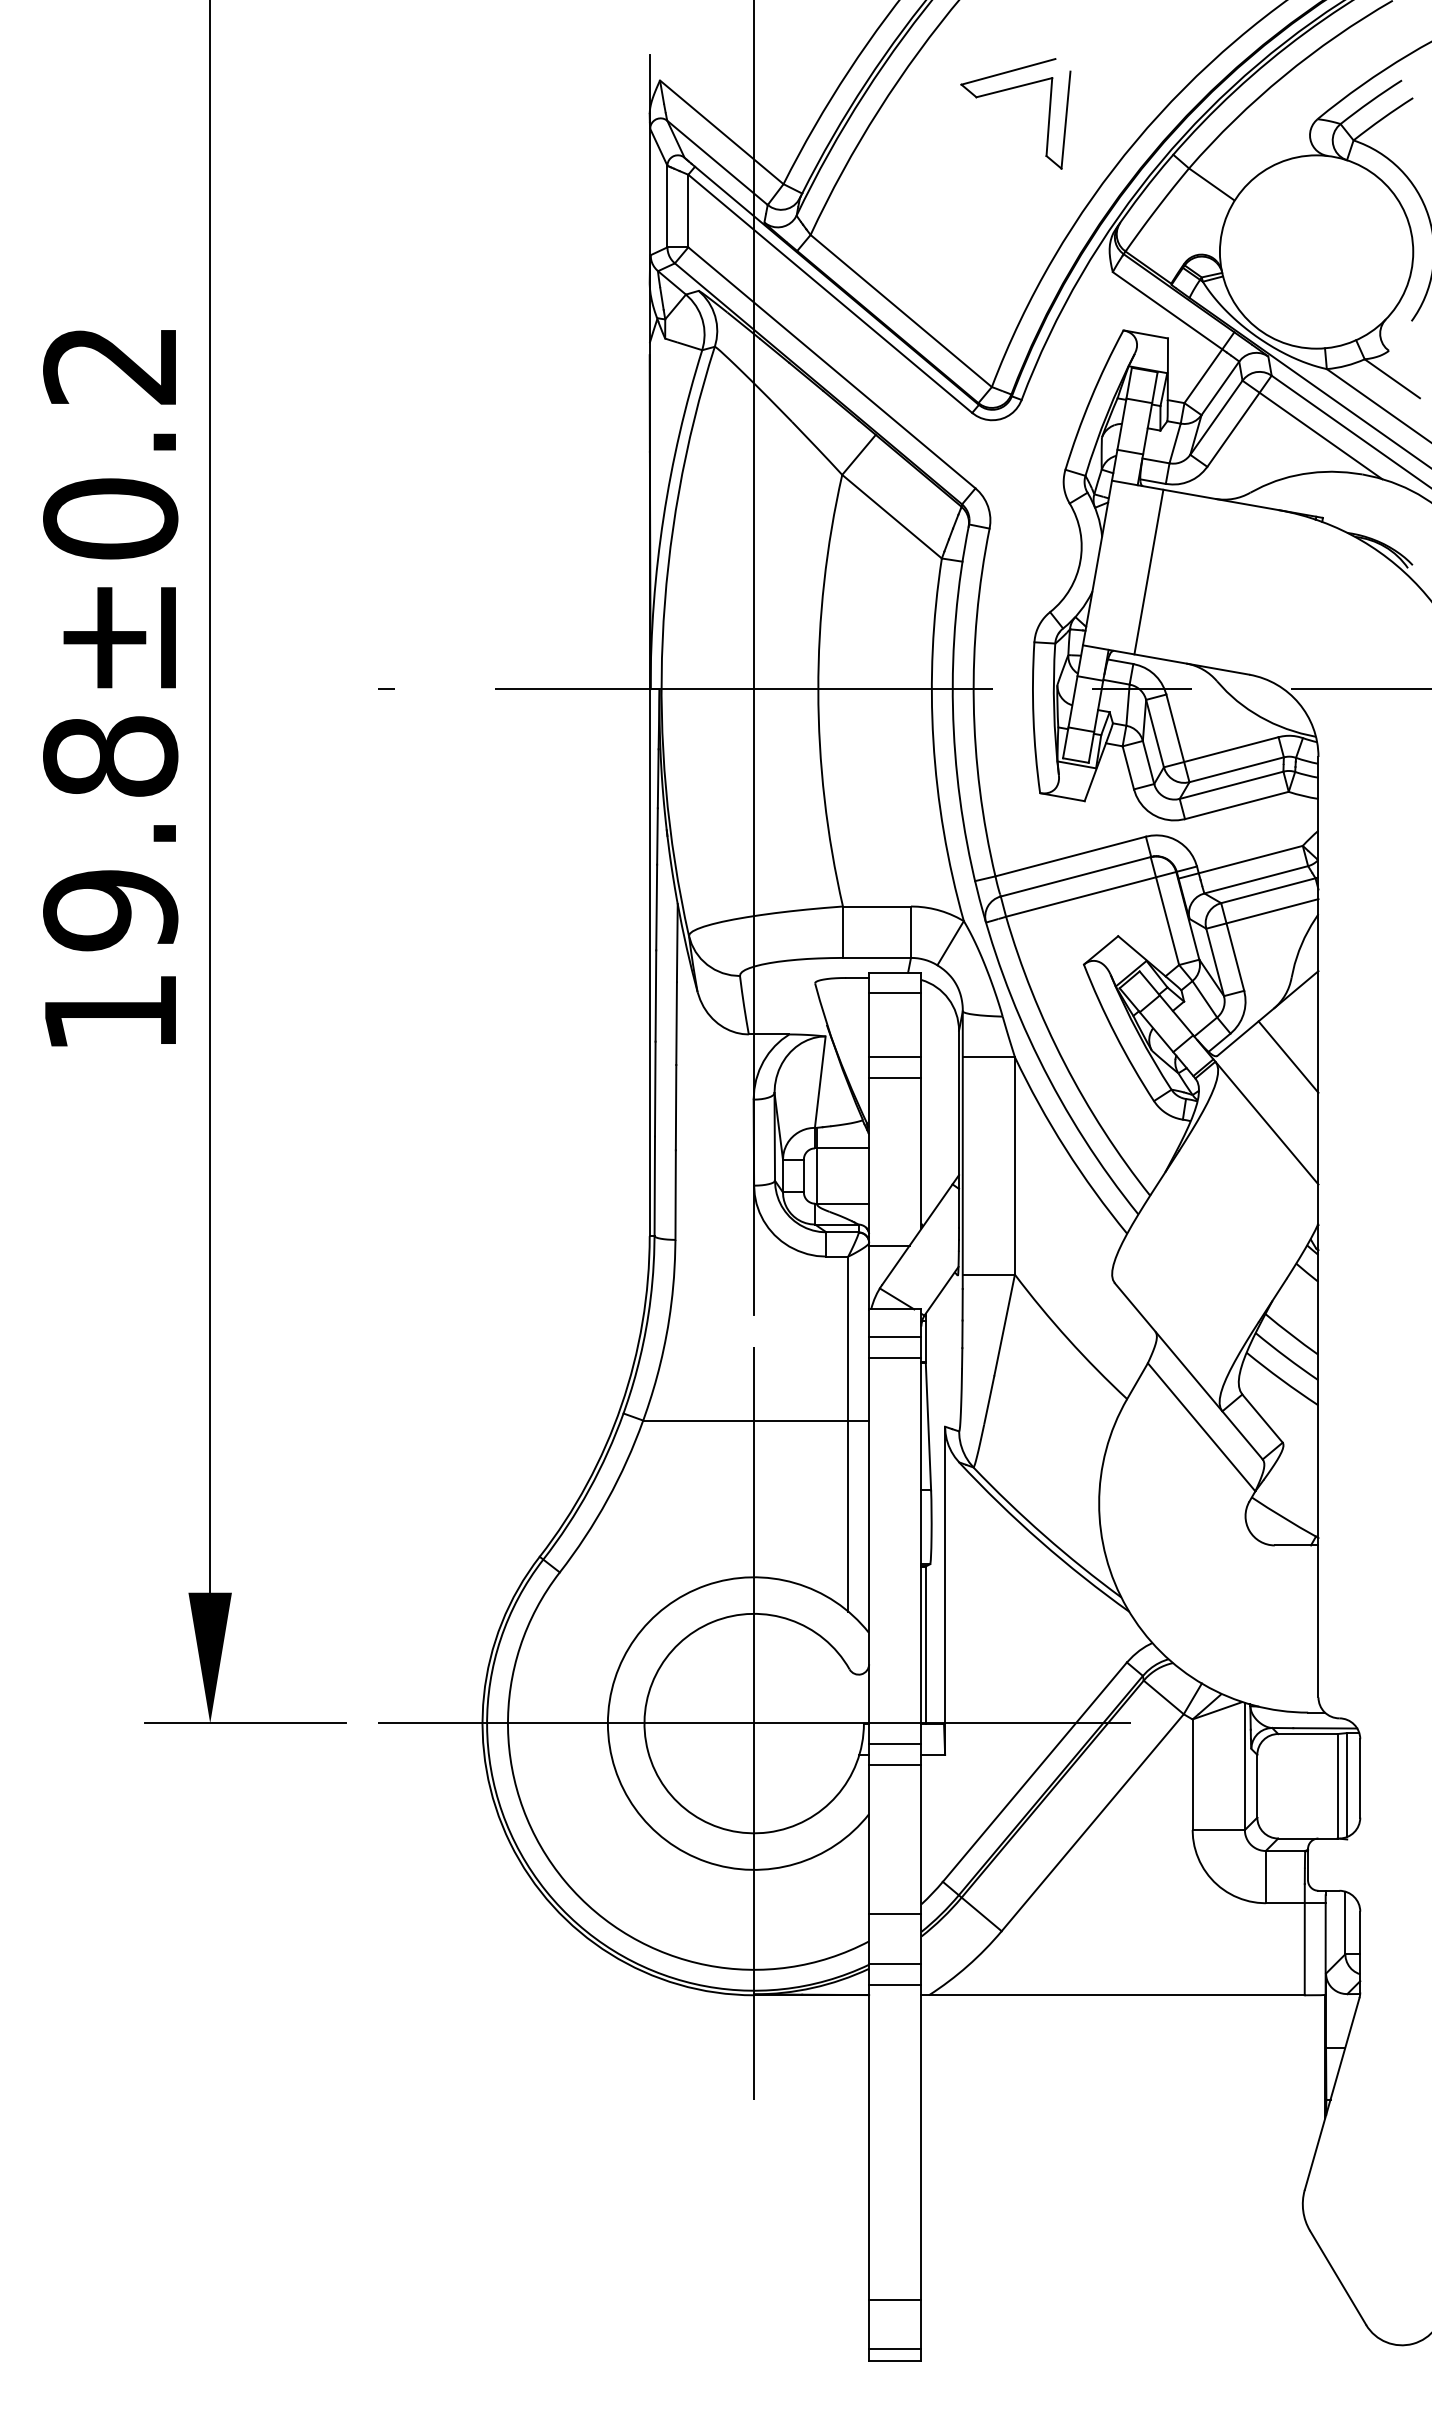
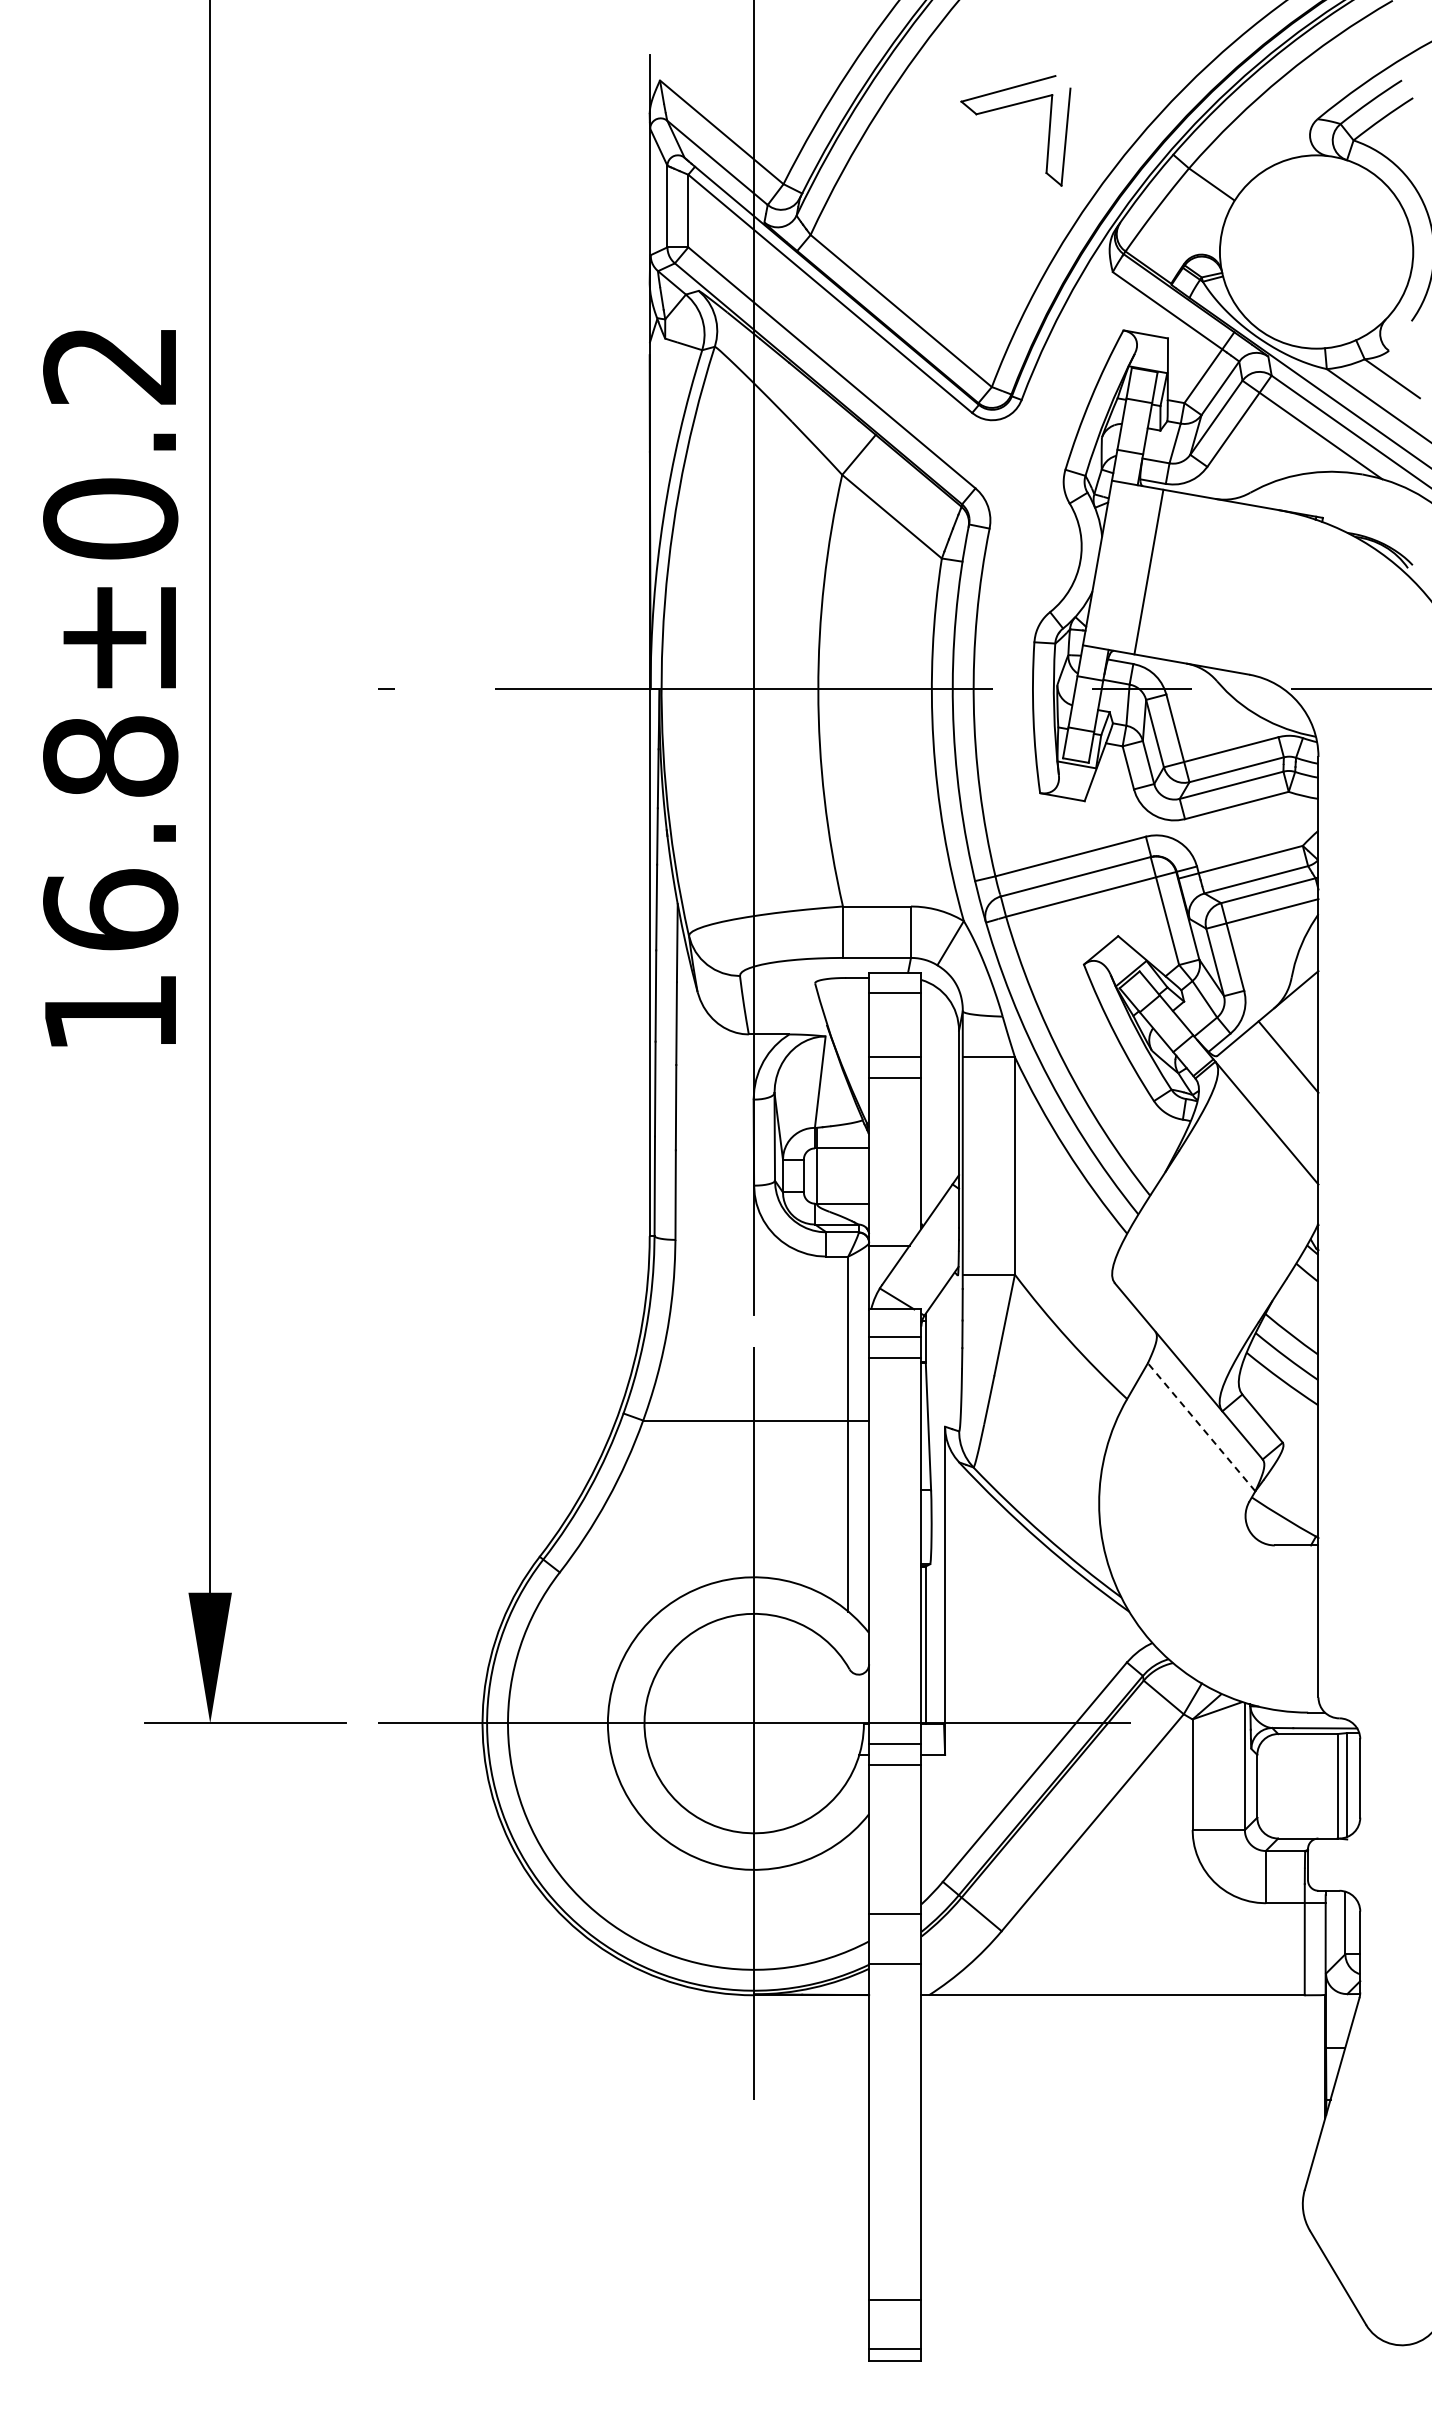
part at (1008, 90) position: (1008, 90) -> (1008, 107)
text at (110, 910): 19.8±0.2 -> 16.8±0.2
line at (1201, 1427): solid -> dashed
line at (895, 1984): present -> none
